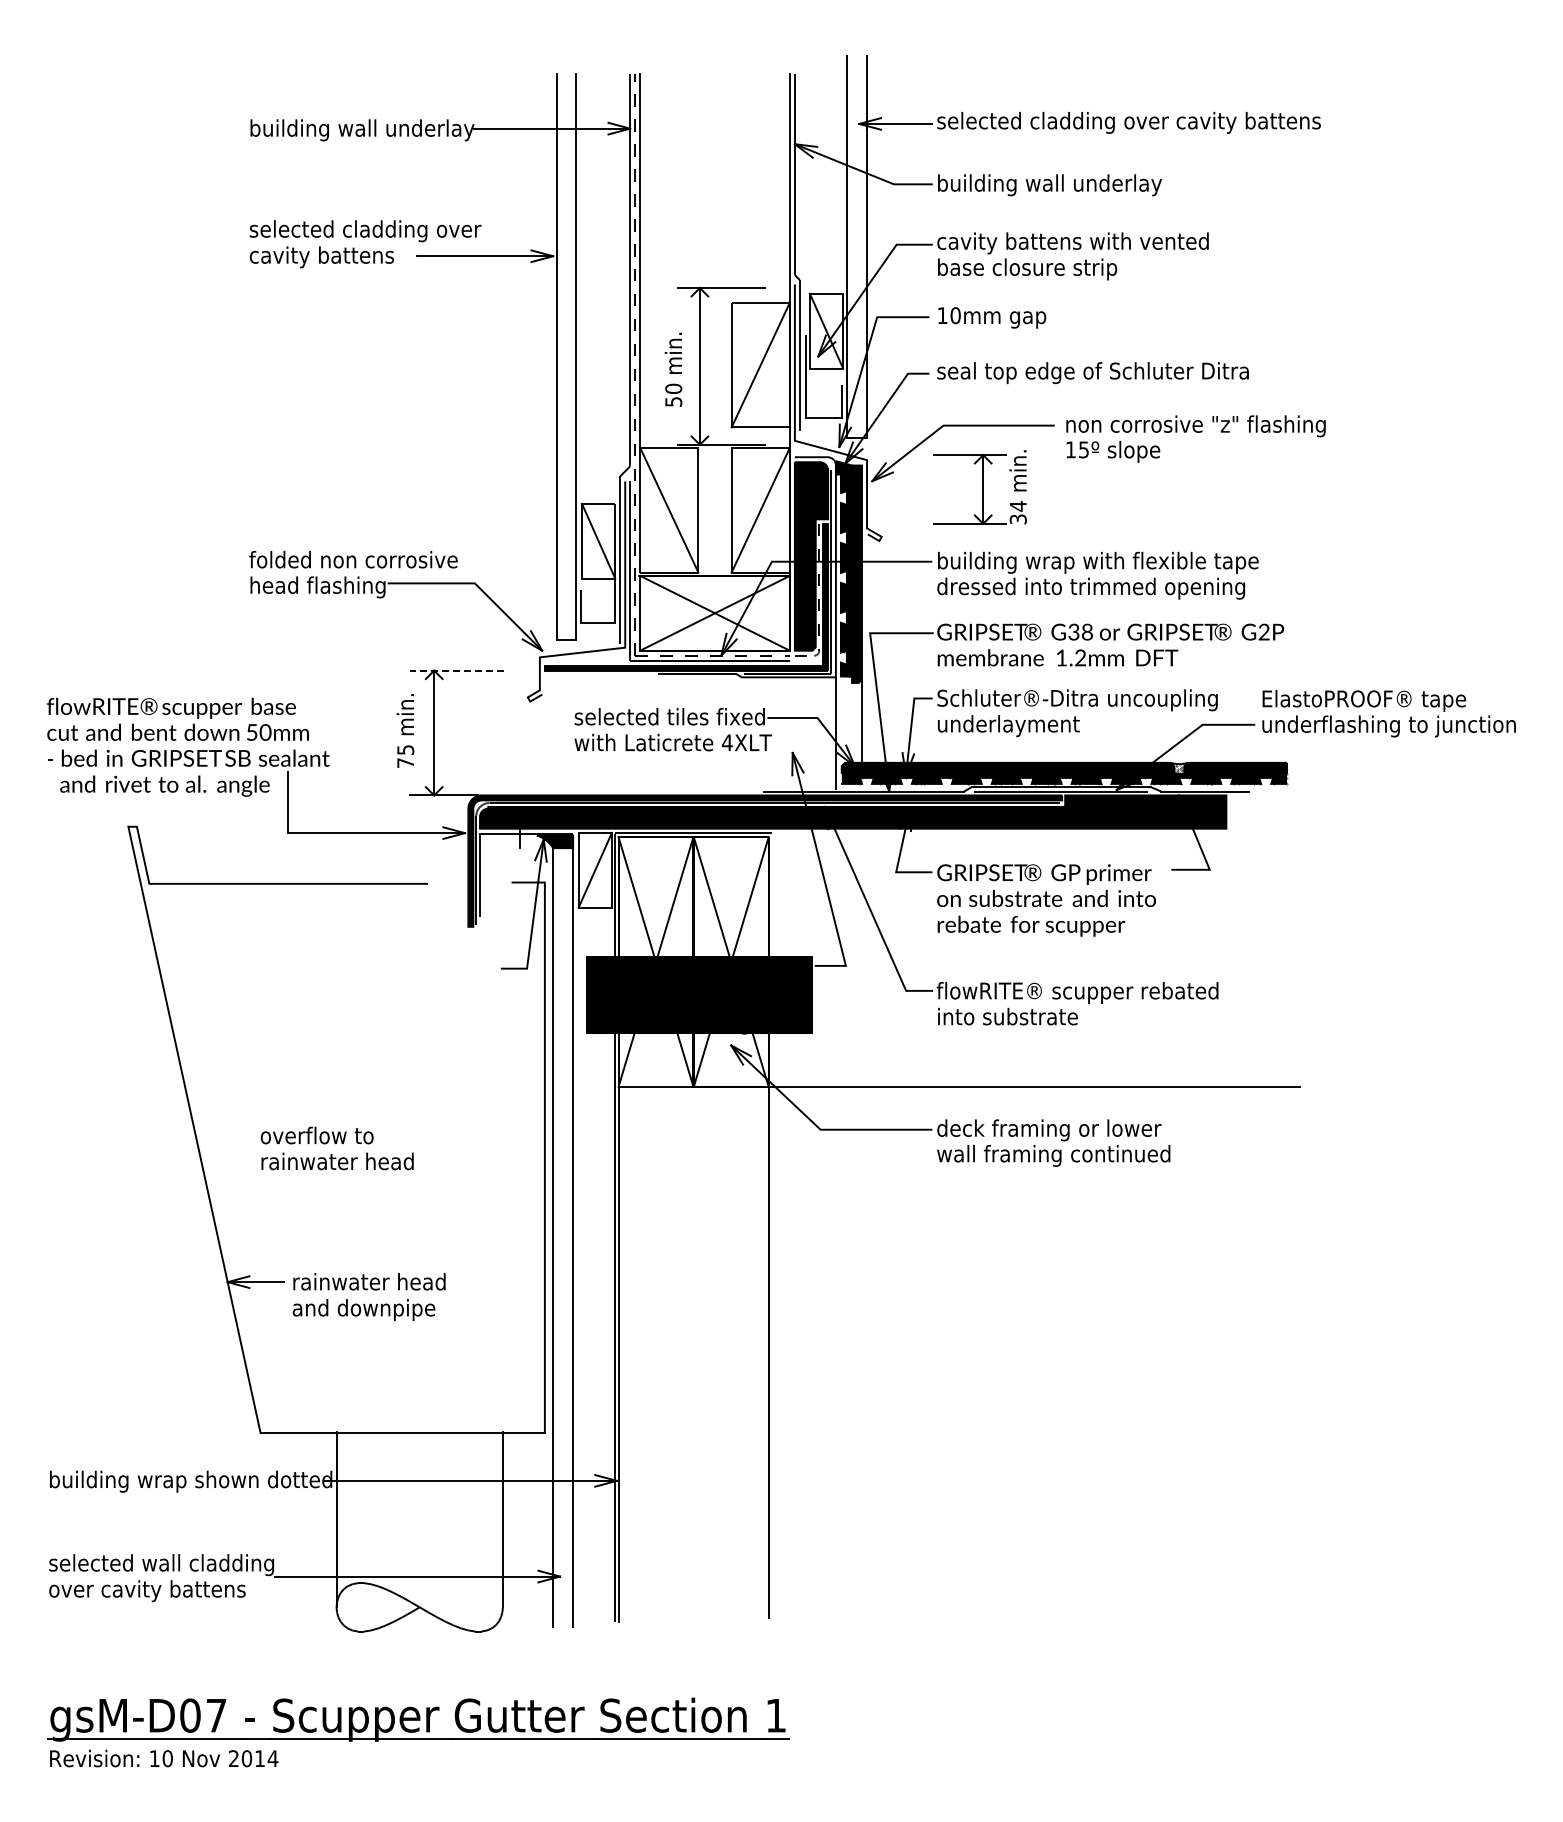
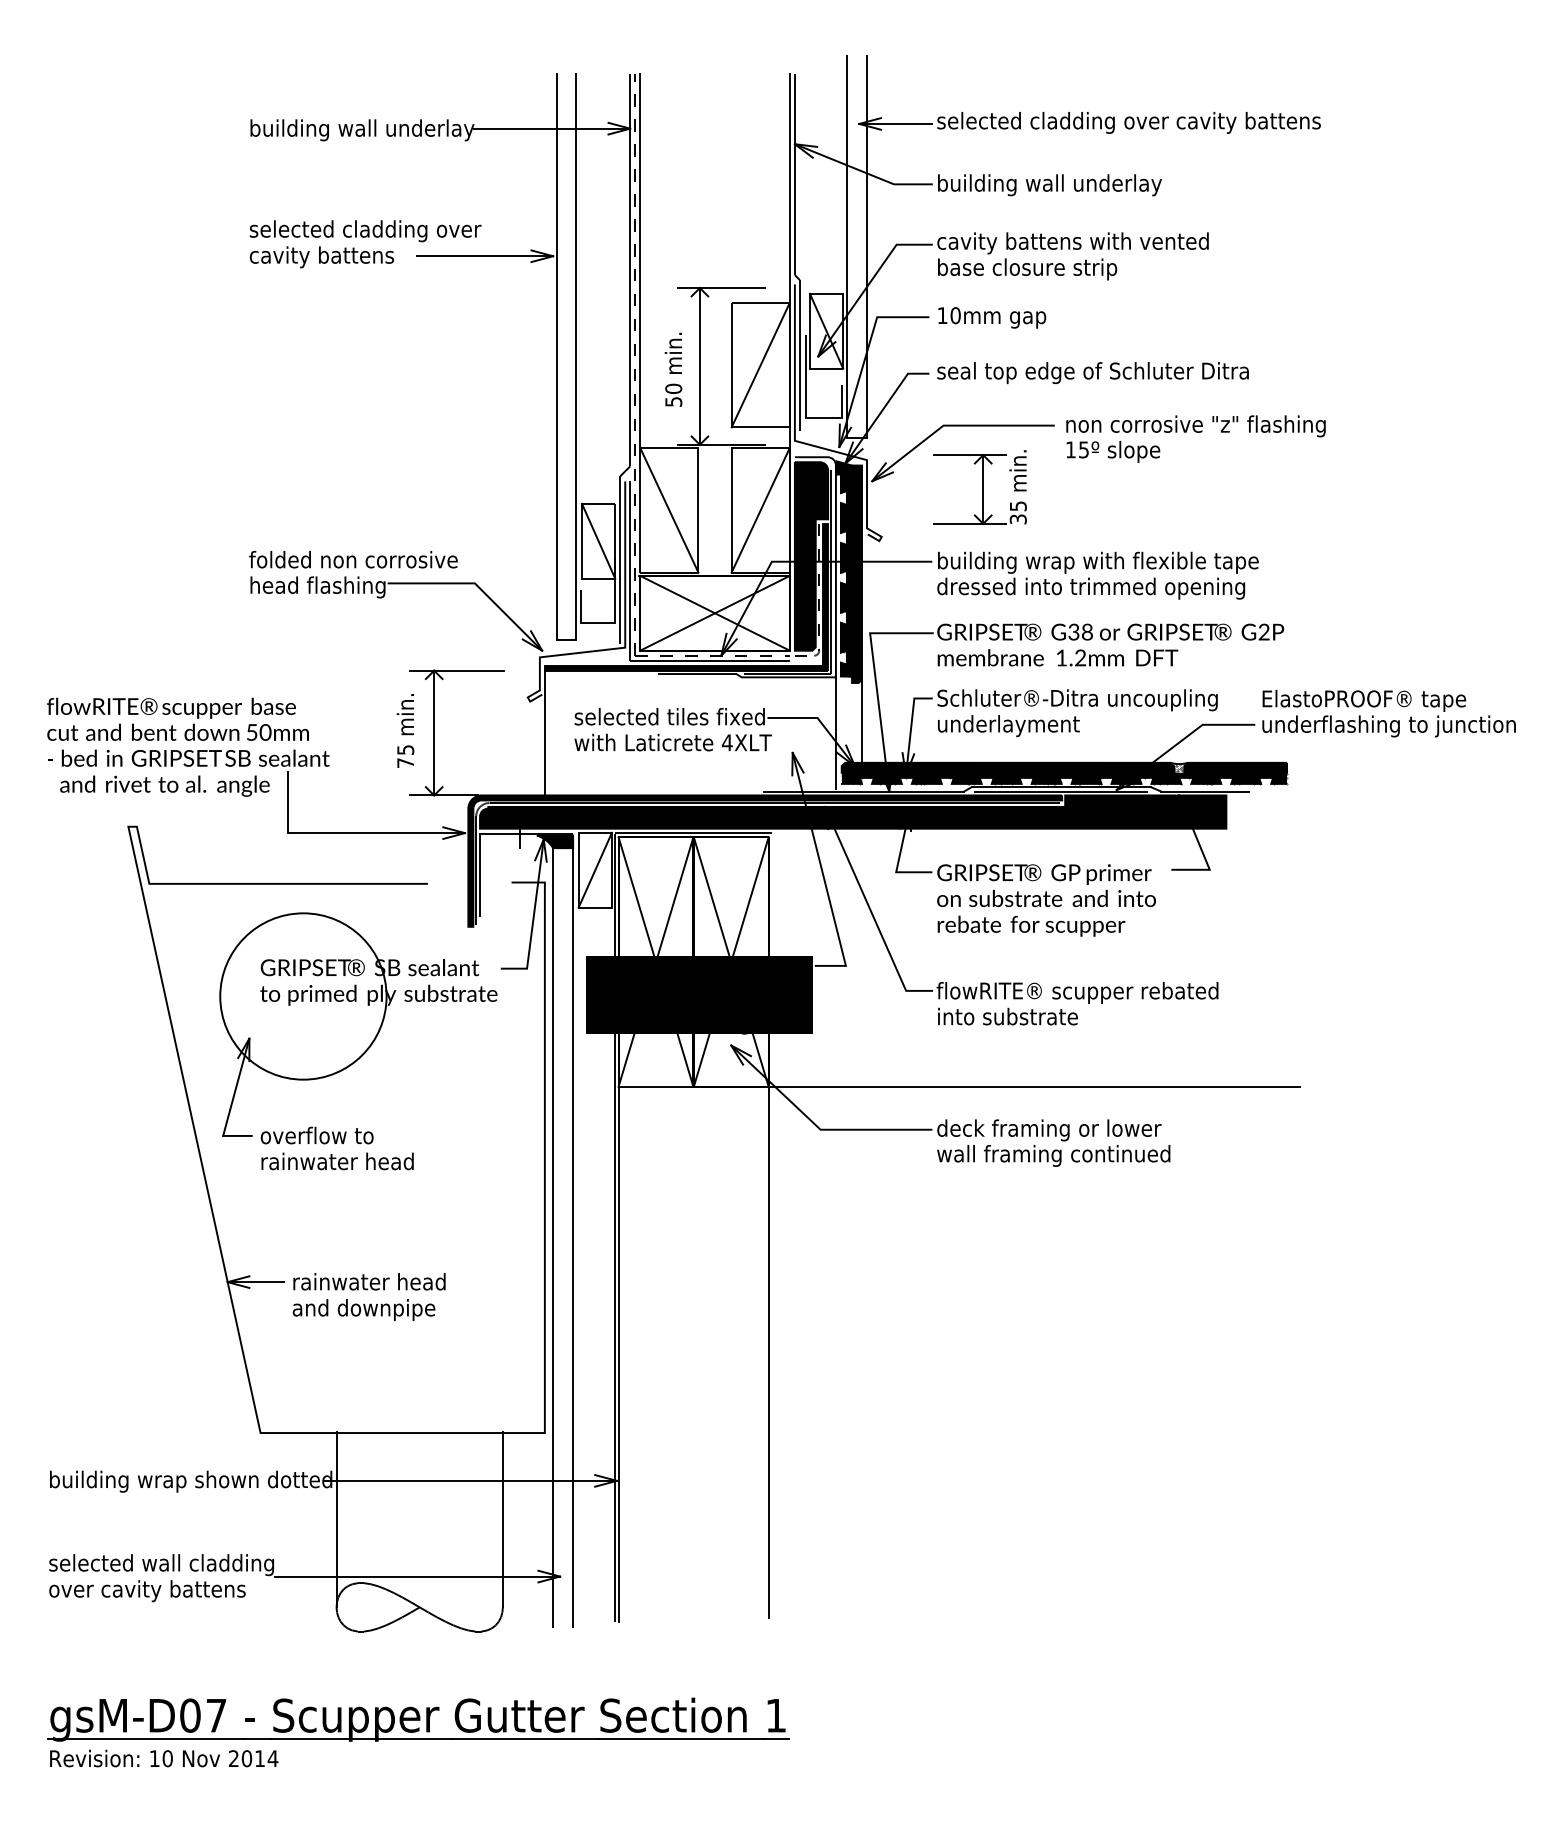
text at (1018, 506): 34 -> 35
line at (456, 670): dashed -> solid
line at (544, 732): none -> present
part at (358, 1024): none -> present
